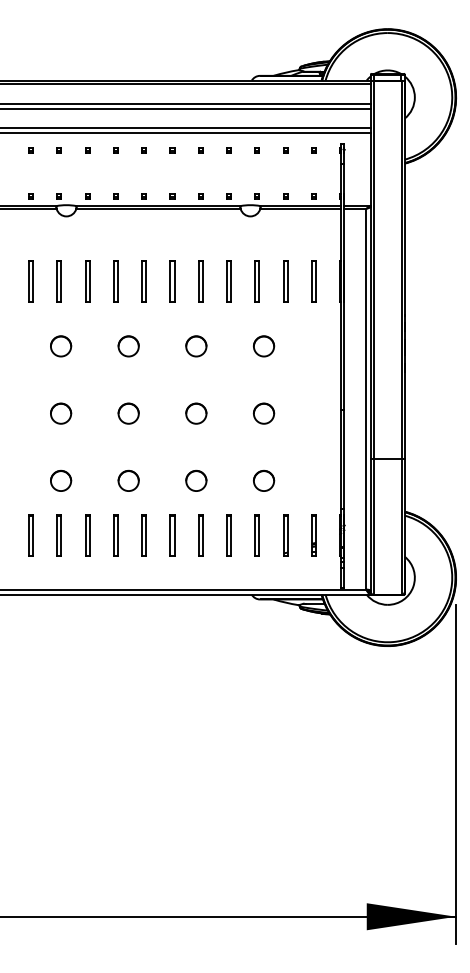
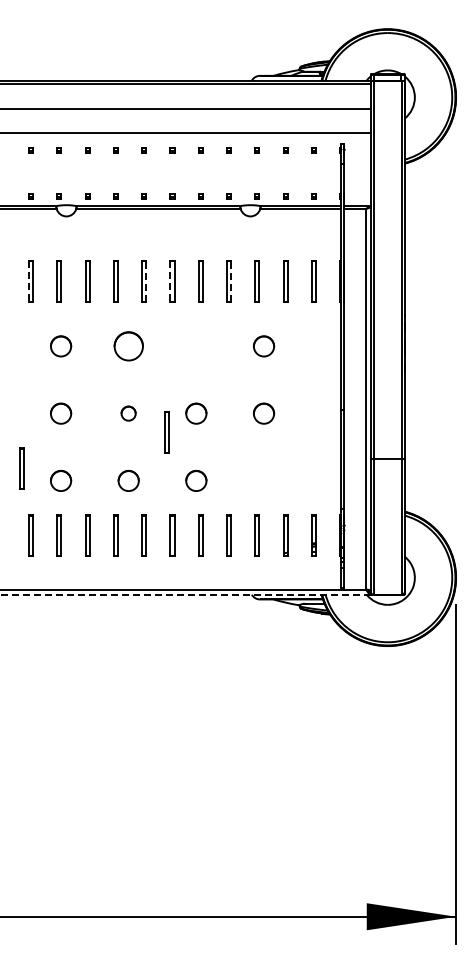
line at (186, 104): present -> none
line at (186, 127): present -> none
line at (146, 280): solid -> dashed
line at (231, 280): solid -> dashed
line at (28, 281): solid -> dashed
line at (170, 281): solid -> dashed
circle at (128, 346) size: 23x23 px -> 31x31 px
circle at (196, 346): present -> none
circle at (128, 413) size: 23x23 px -> 17x17 px
part at (166, 432): none -> present
part at (21, 468): none -> present
circle at (264, 480): present -> none
line at (185, 594): solid -> dashed
